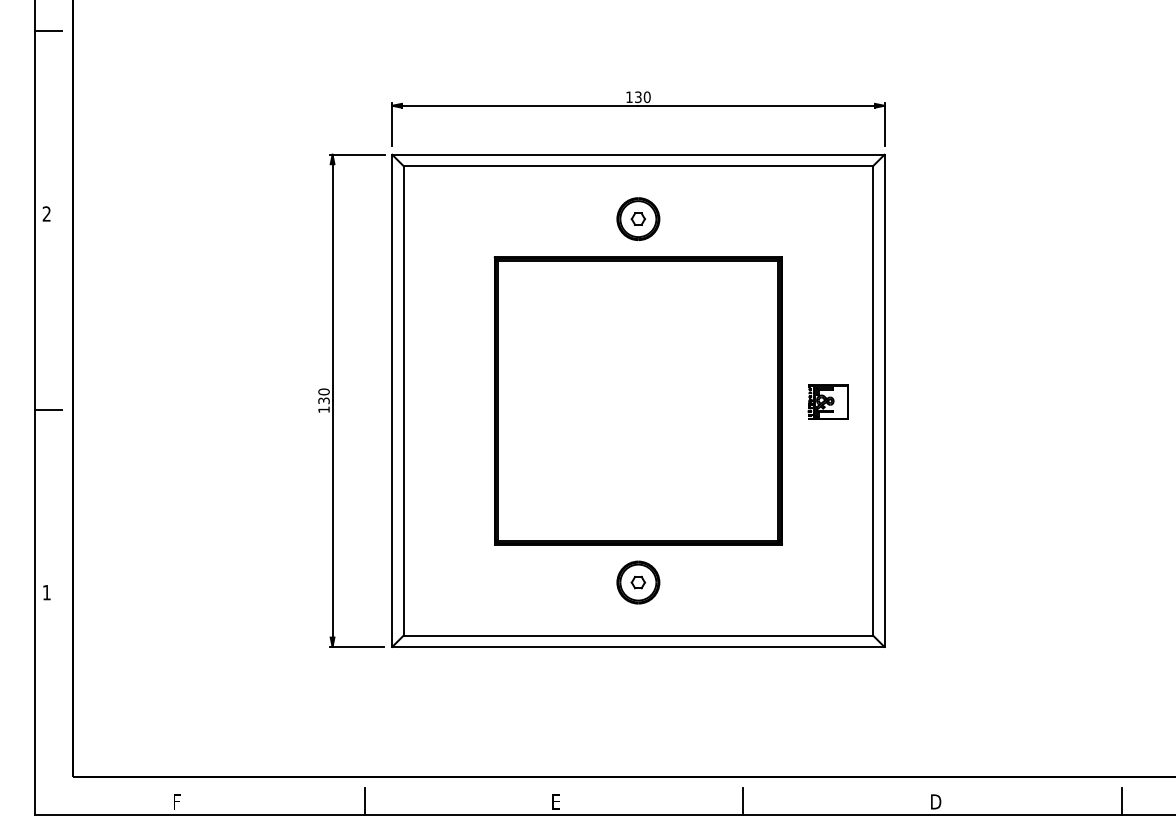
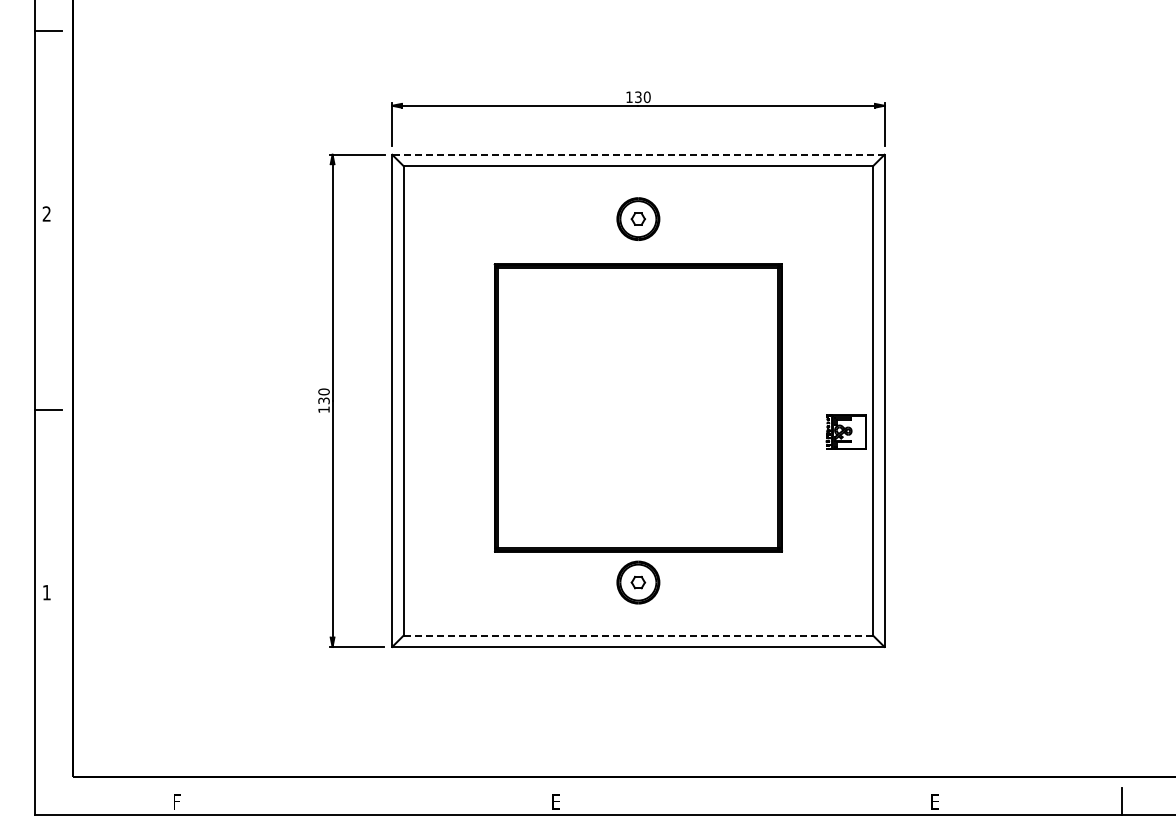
line at (637, 154): solid -> dashed
part at (637, 400) position: (637, 400) -> (637, 407)
part at (827, 401) position: (827, 401) -> (845, 431)
line at (638, 635): solid -> dashed
line at (364, 801): present -> none
line at (743, 801): present -> none
text at (936, 801): D -> E
